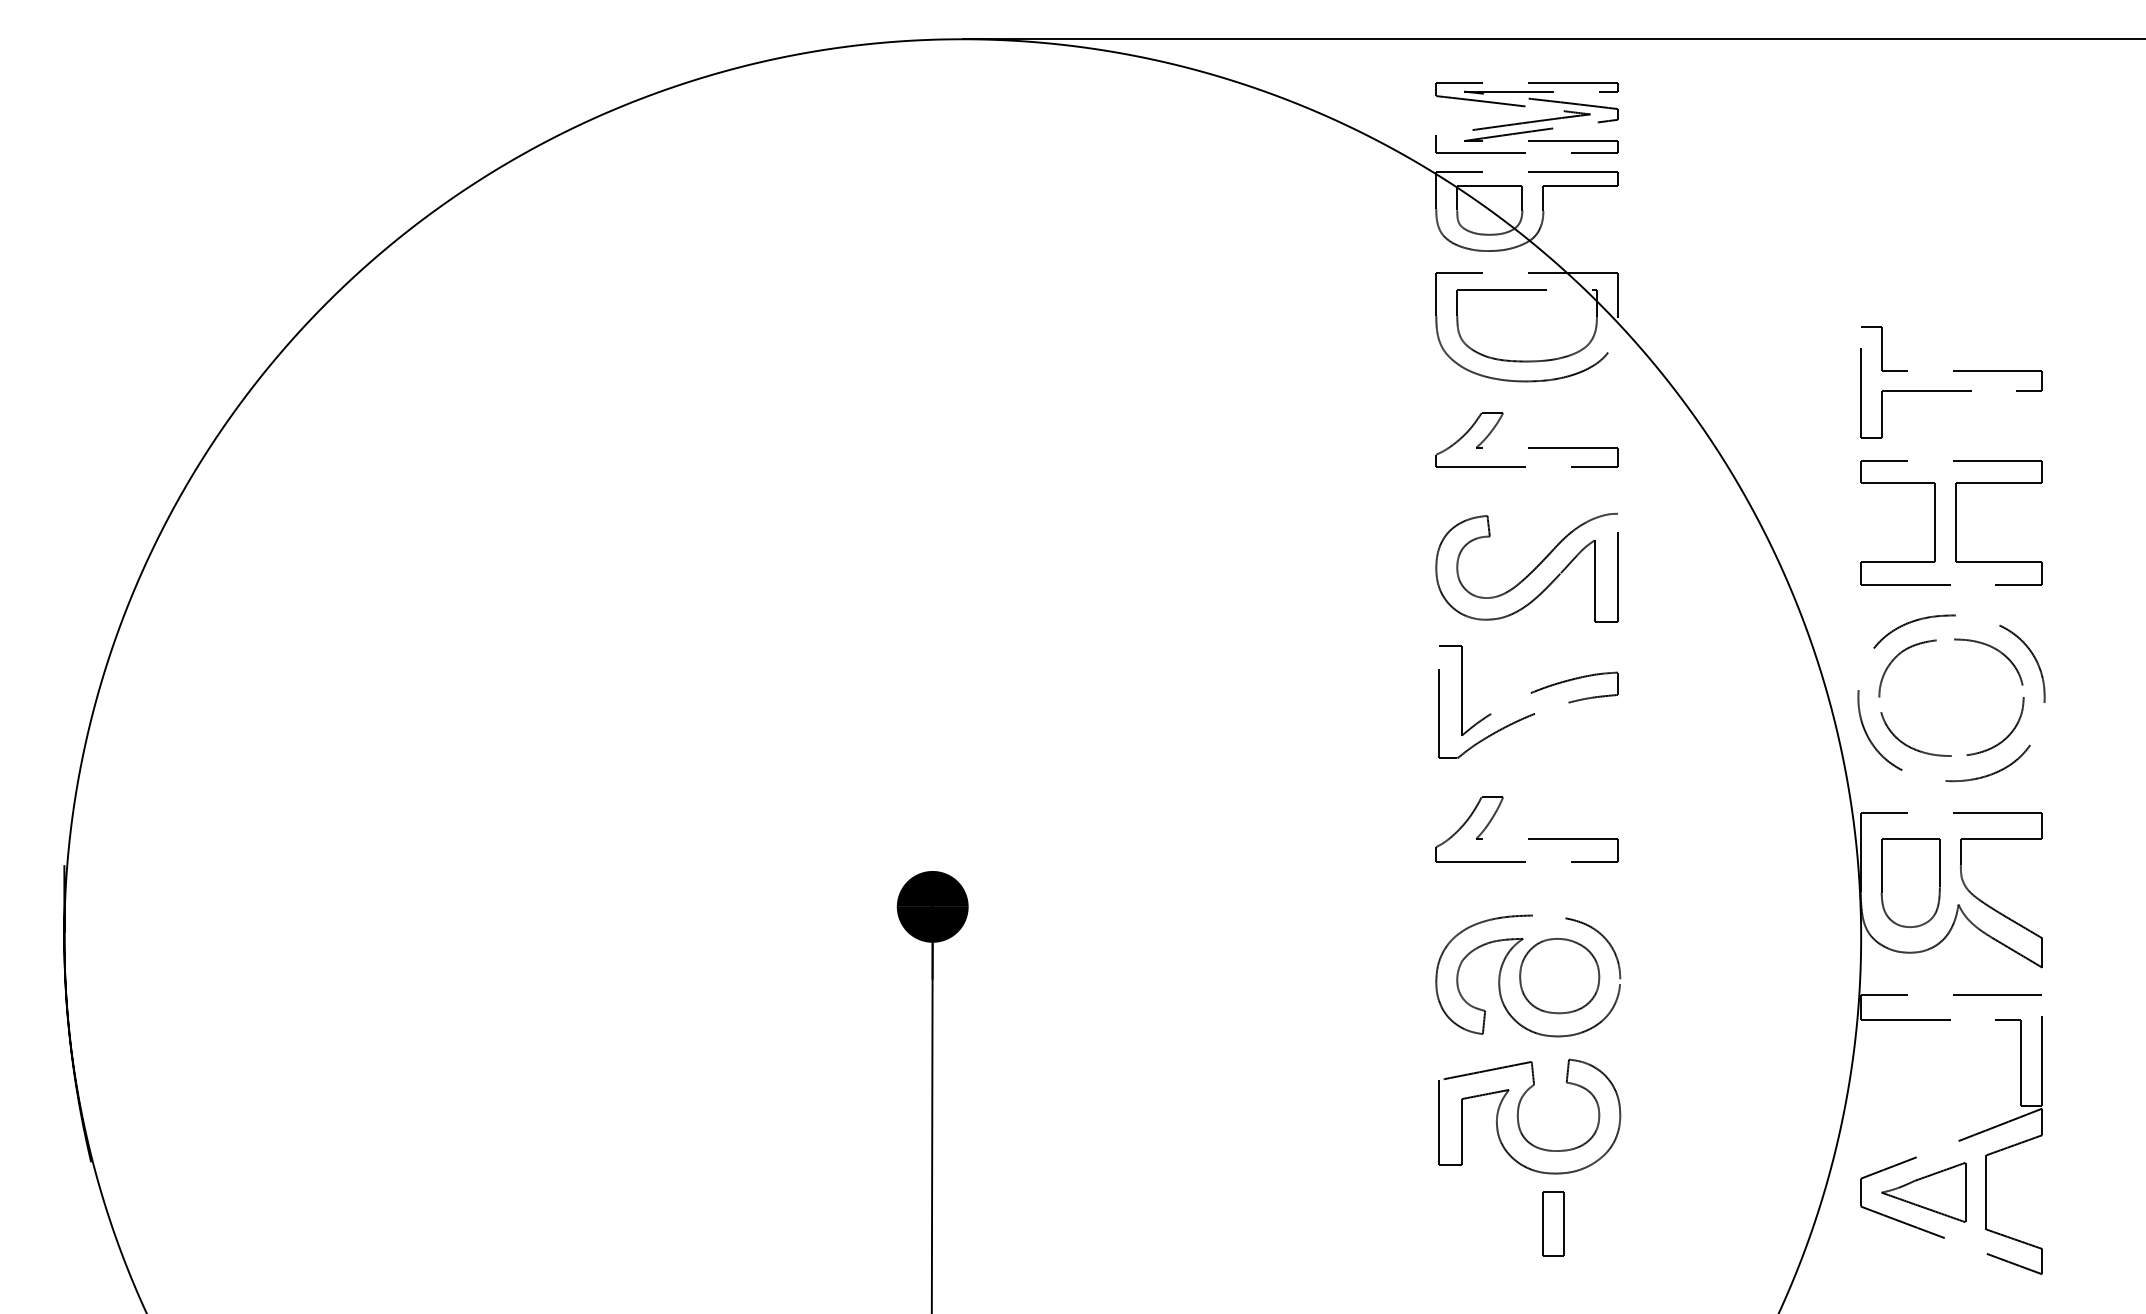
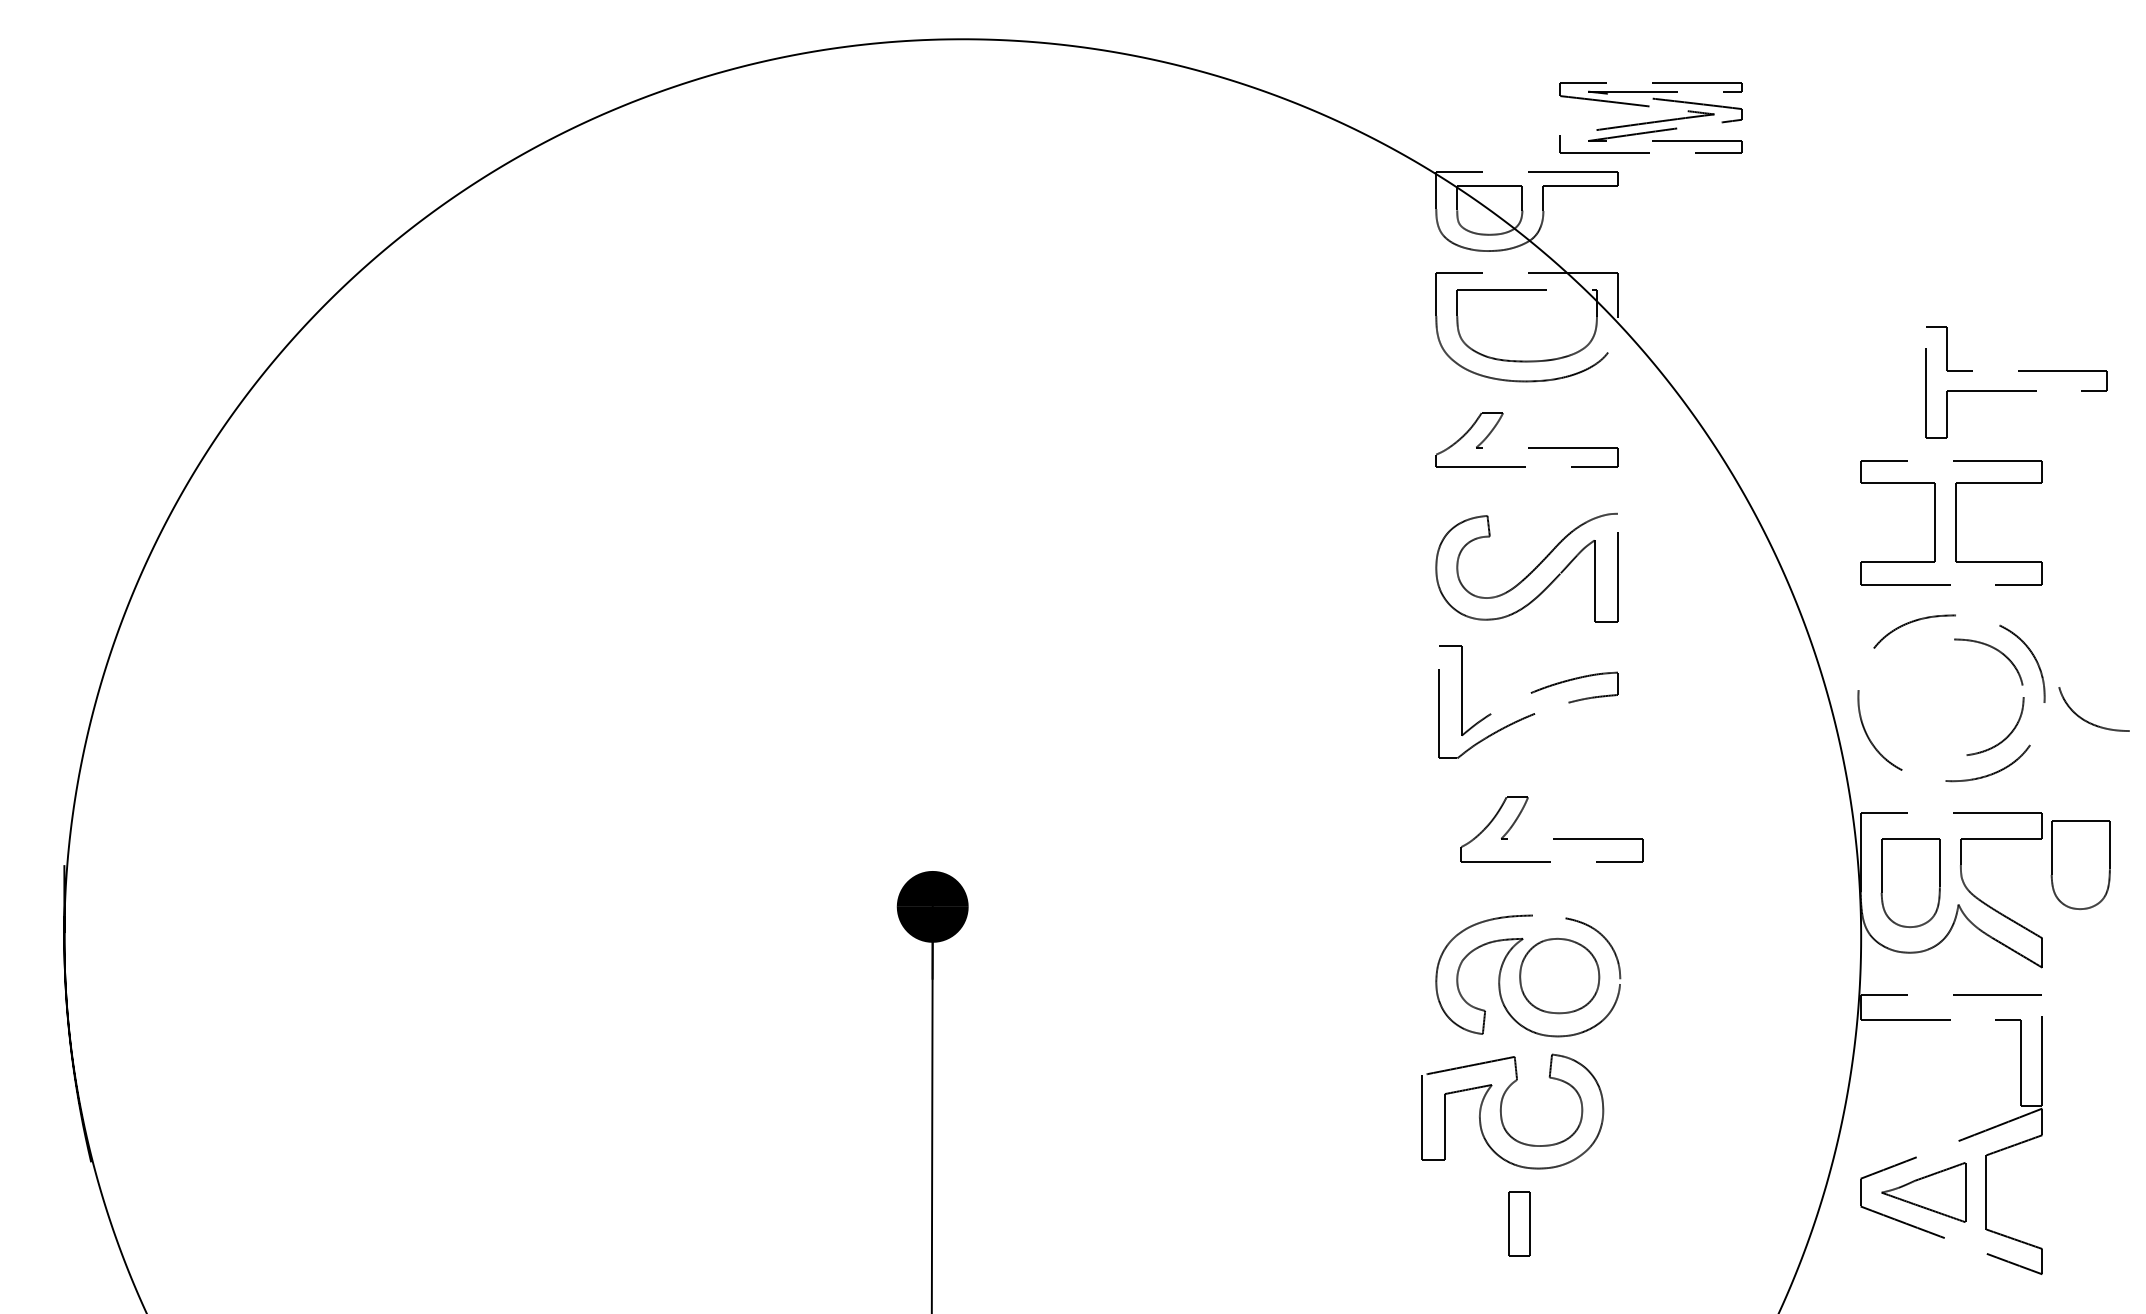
line at (1552, 39): present -> none
part at (1526, 117) position: (1526, 117) -> (1650, 117)
part at (1951, 390) position: (1951, 390) -> (2016, 390)
curve at (1899, 655): present -> none
curve at (1909, 745) position: (1909, 745) -> (2087, 720)
part at (1528, 838) position: (1528, 838) -> (1553, 838)
part at (2080, 864): none -> present
part at (1518, 1116) position: (1518, 1116) -> (1501, 1111)
part at (1553, 1223) position: (1553, 1223) -> (1519, 1223)
